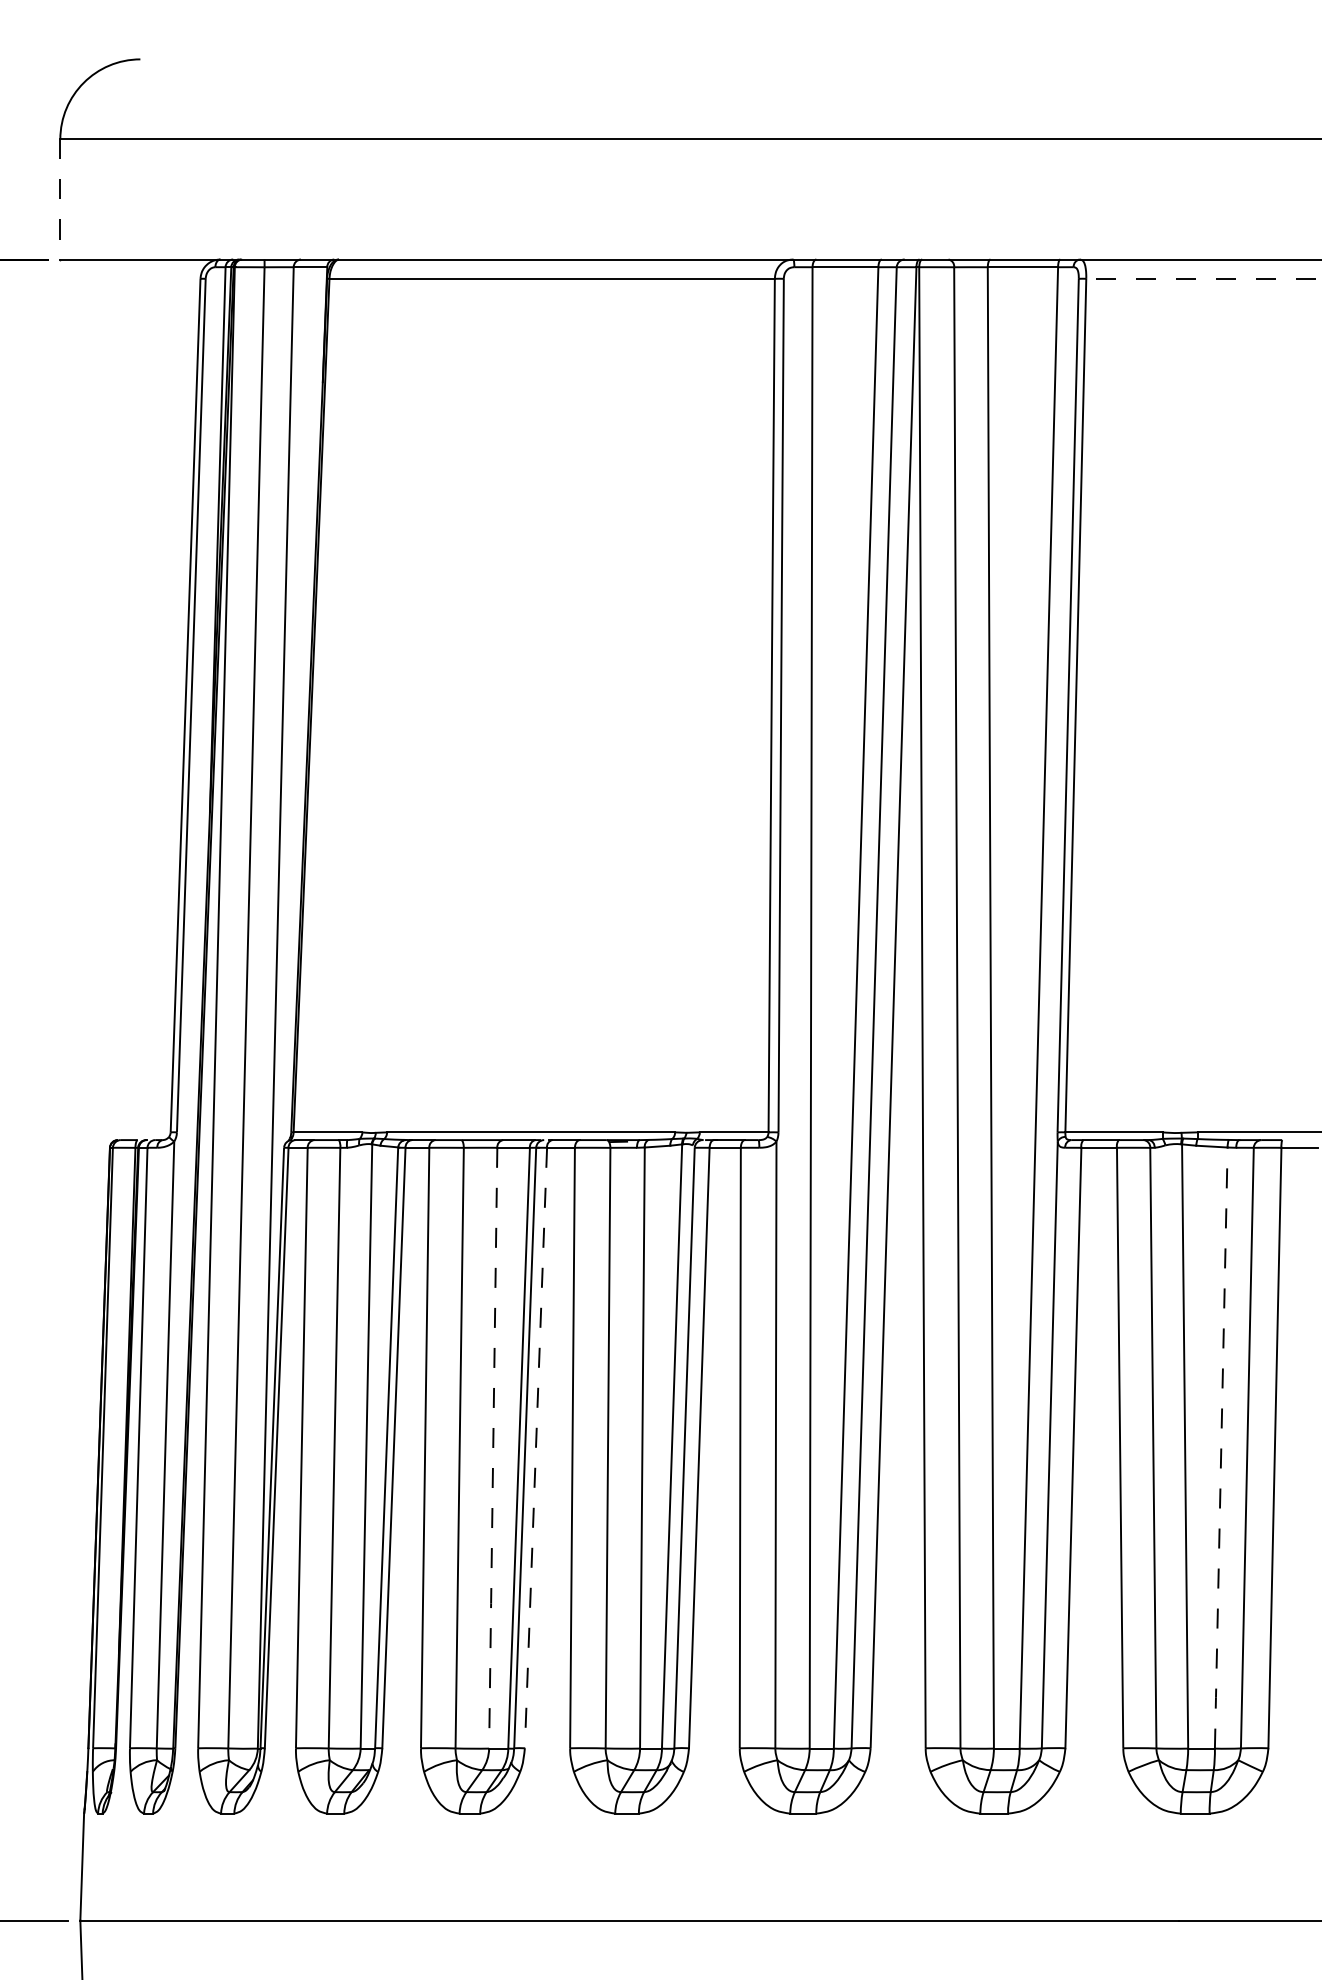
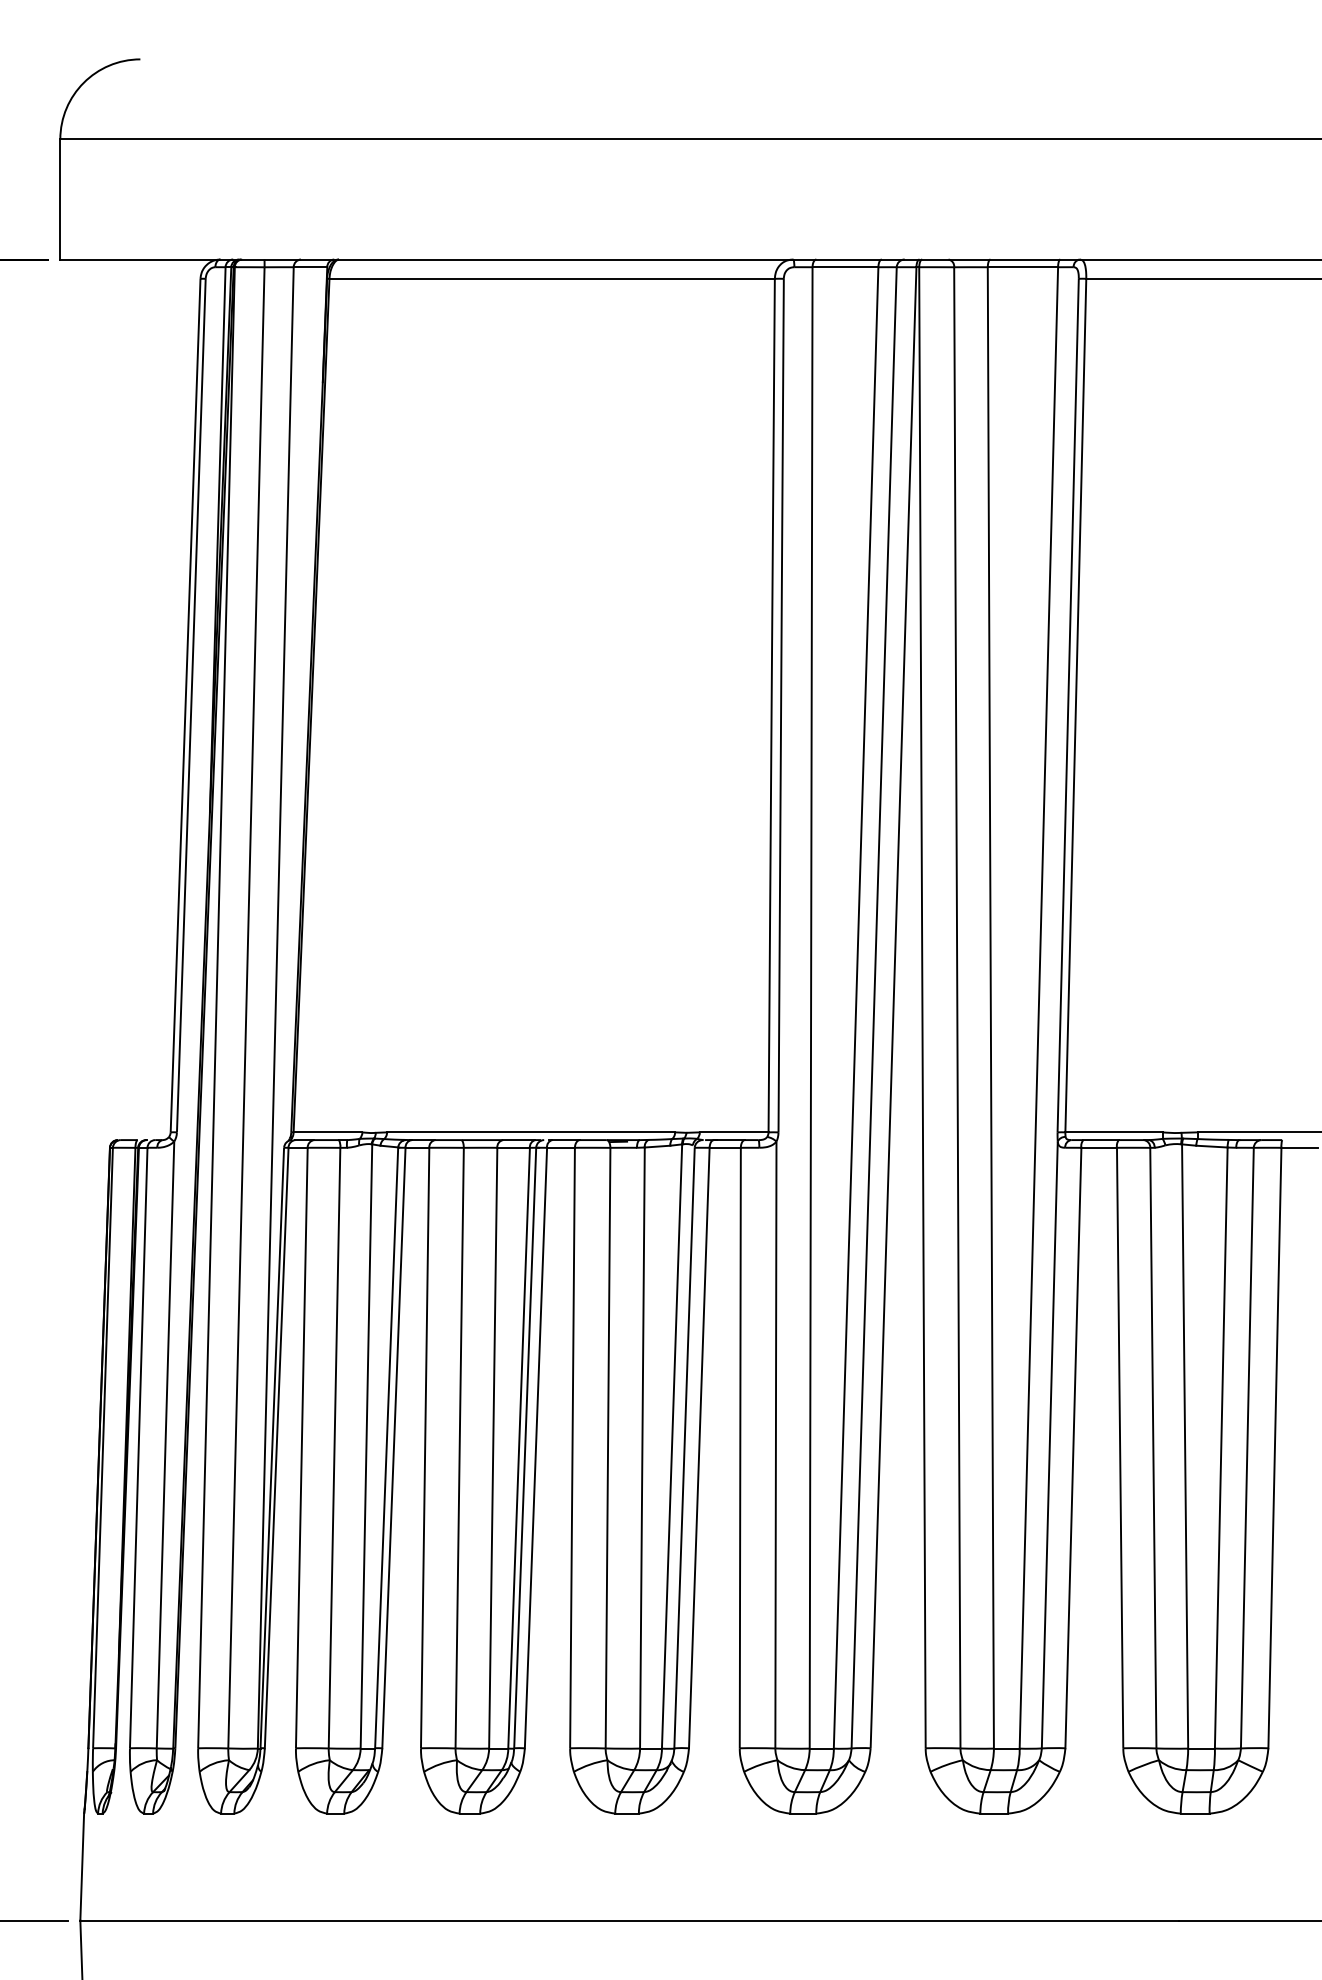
line at (60, 199): dashed -> solid
line at (1203, 278): dashed -> solid
line at (535, 1448): dashed -> solid
line at (1221, 1448): dashed -> solid
line at (493, 1449): dashed -> solid
